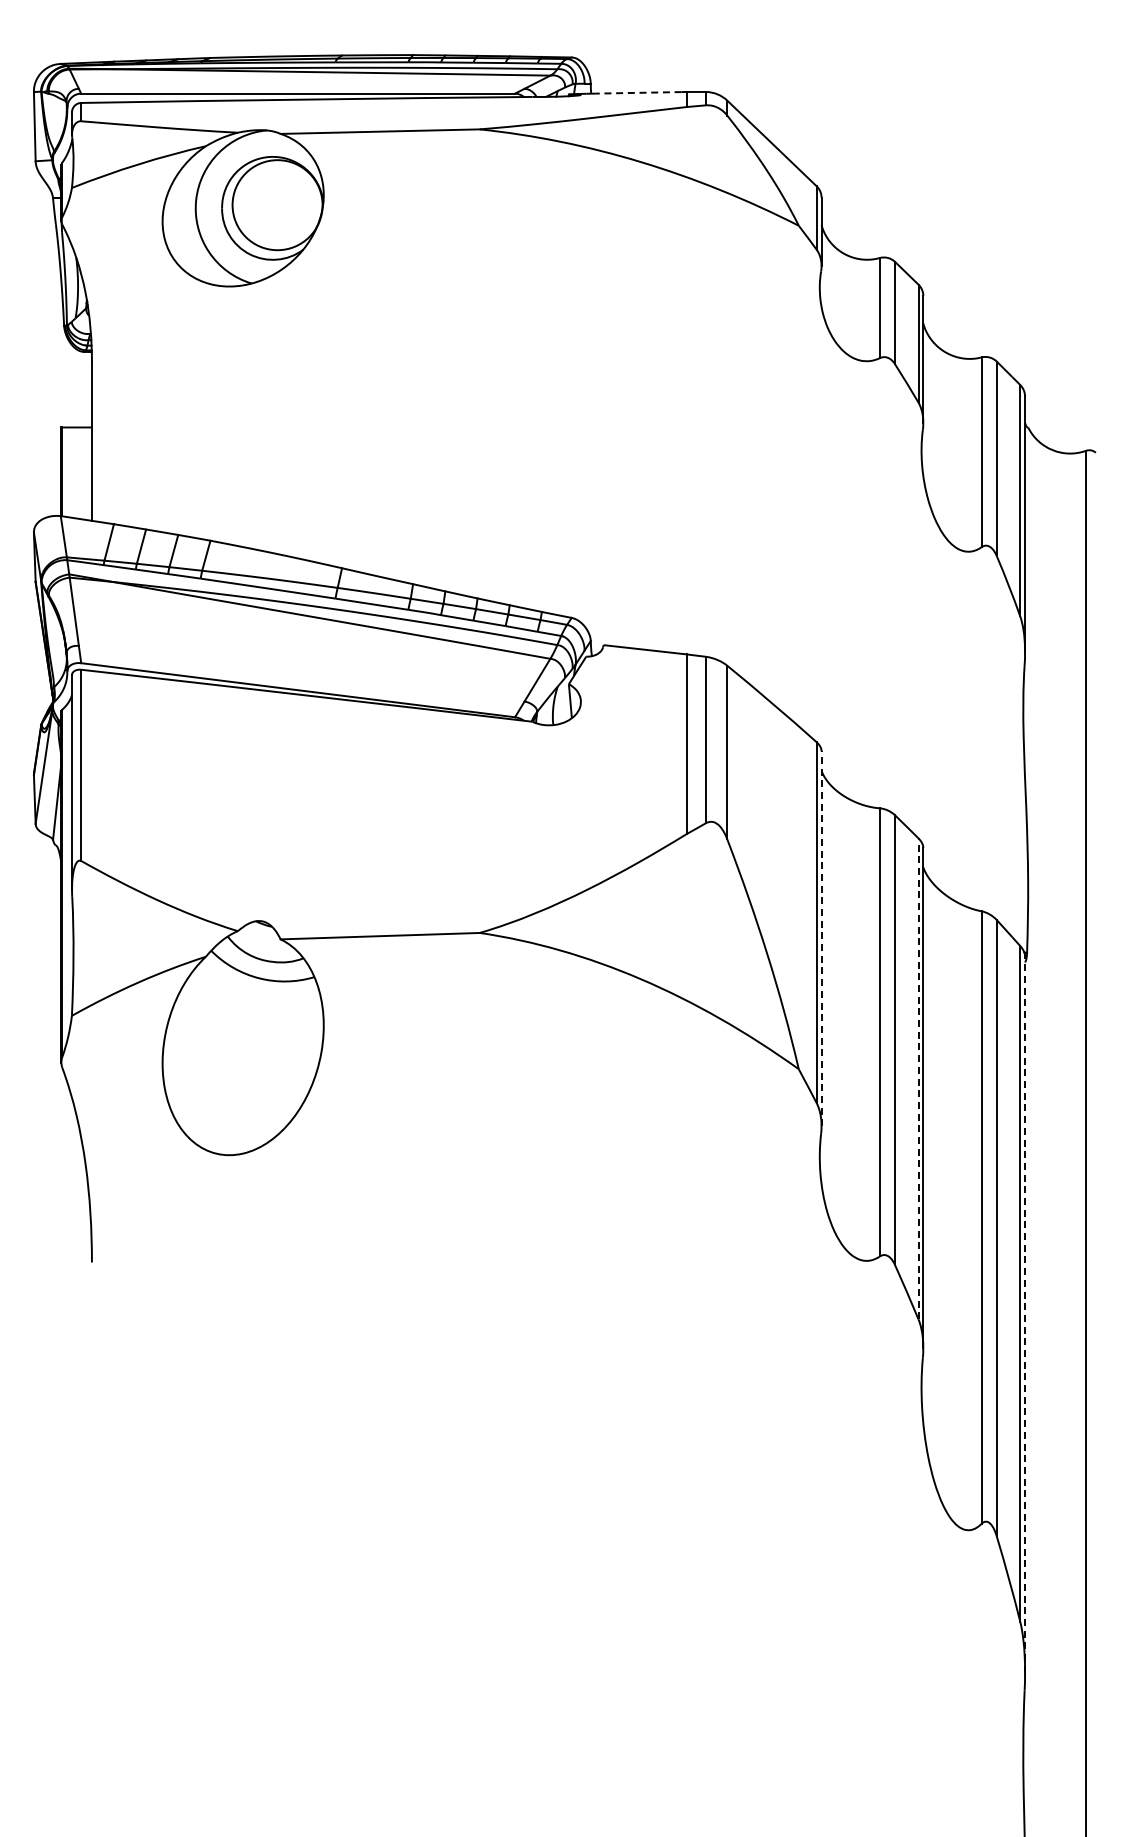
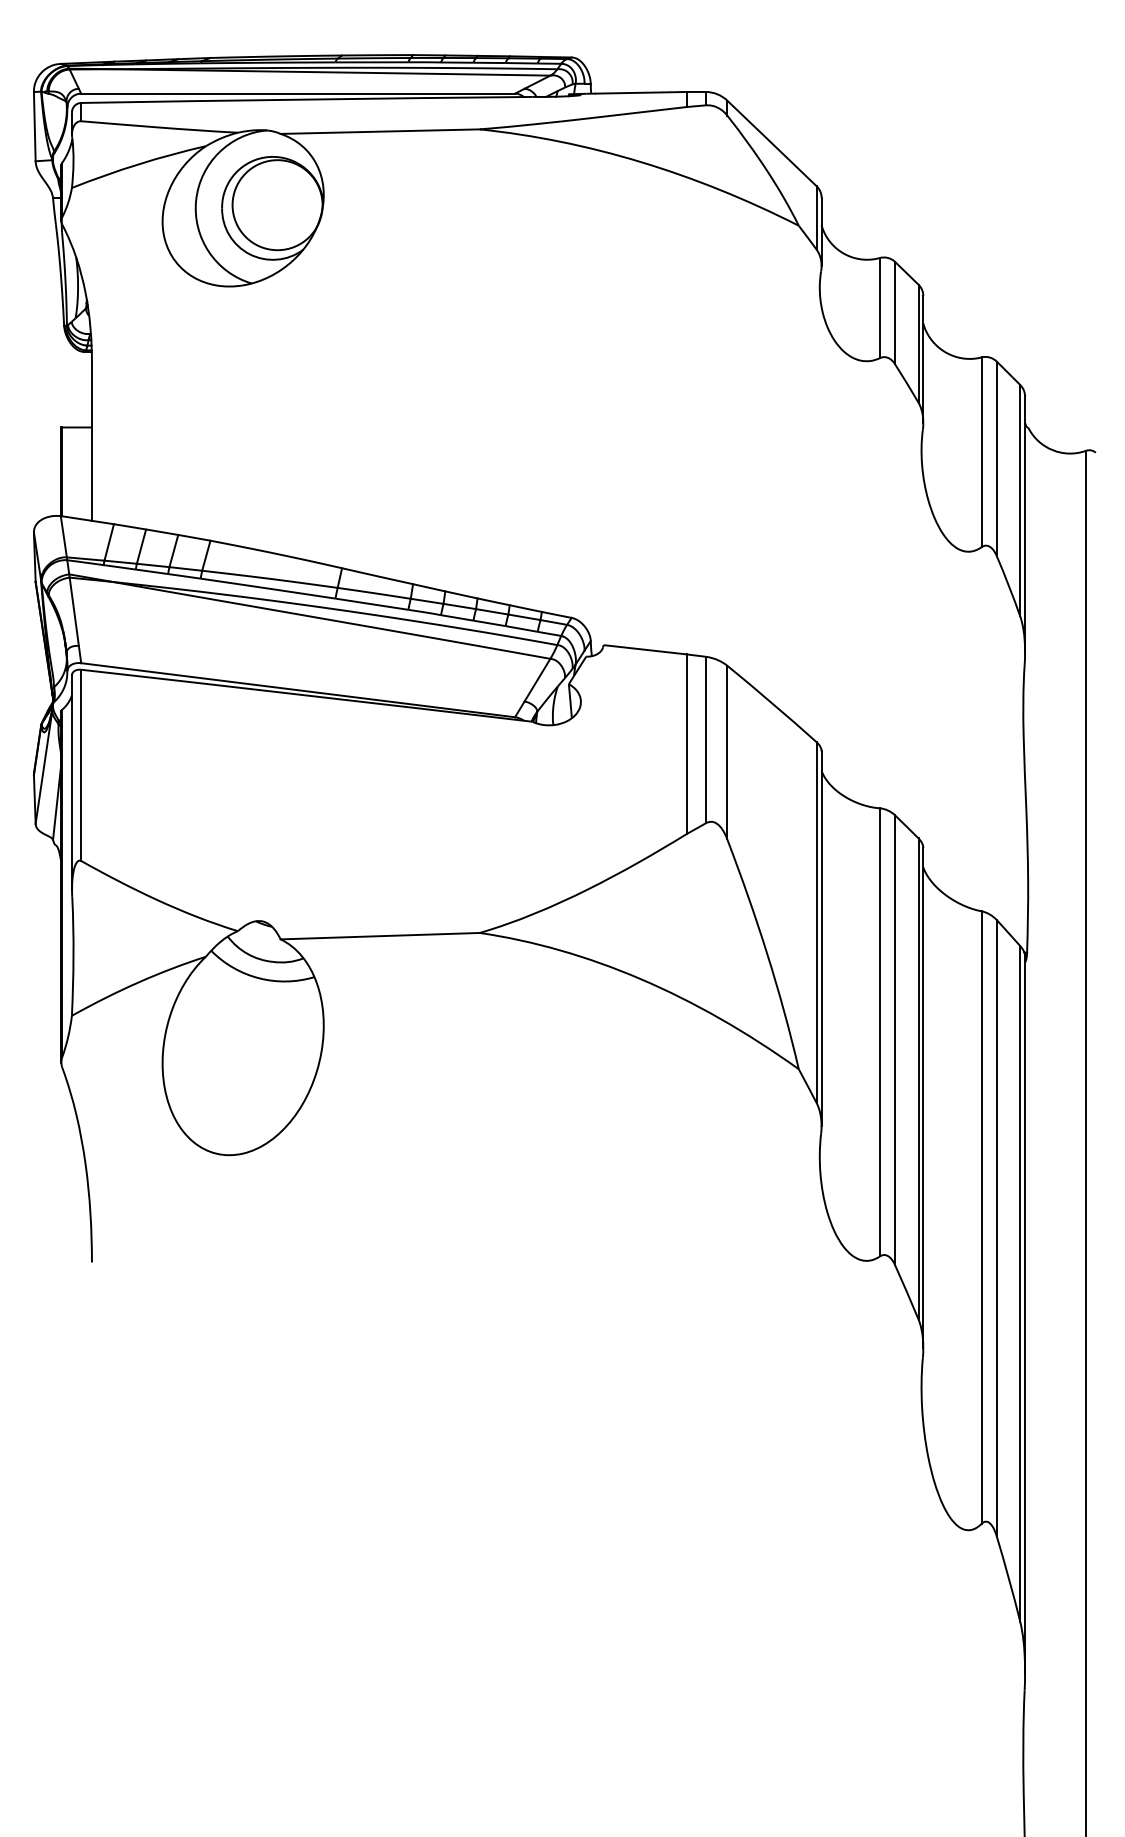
line at (638, 92): dashed -> solid
line at (821, 938): dashed -> solid
line at (918, 1078): dashed -> solid
line at (1025, 1313): dashed -> solid
